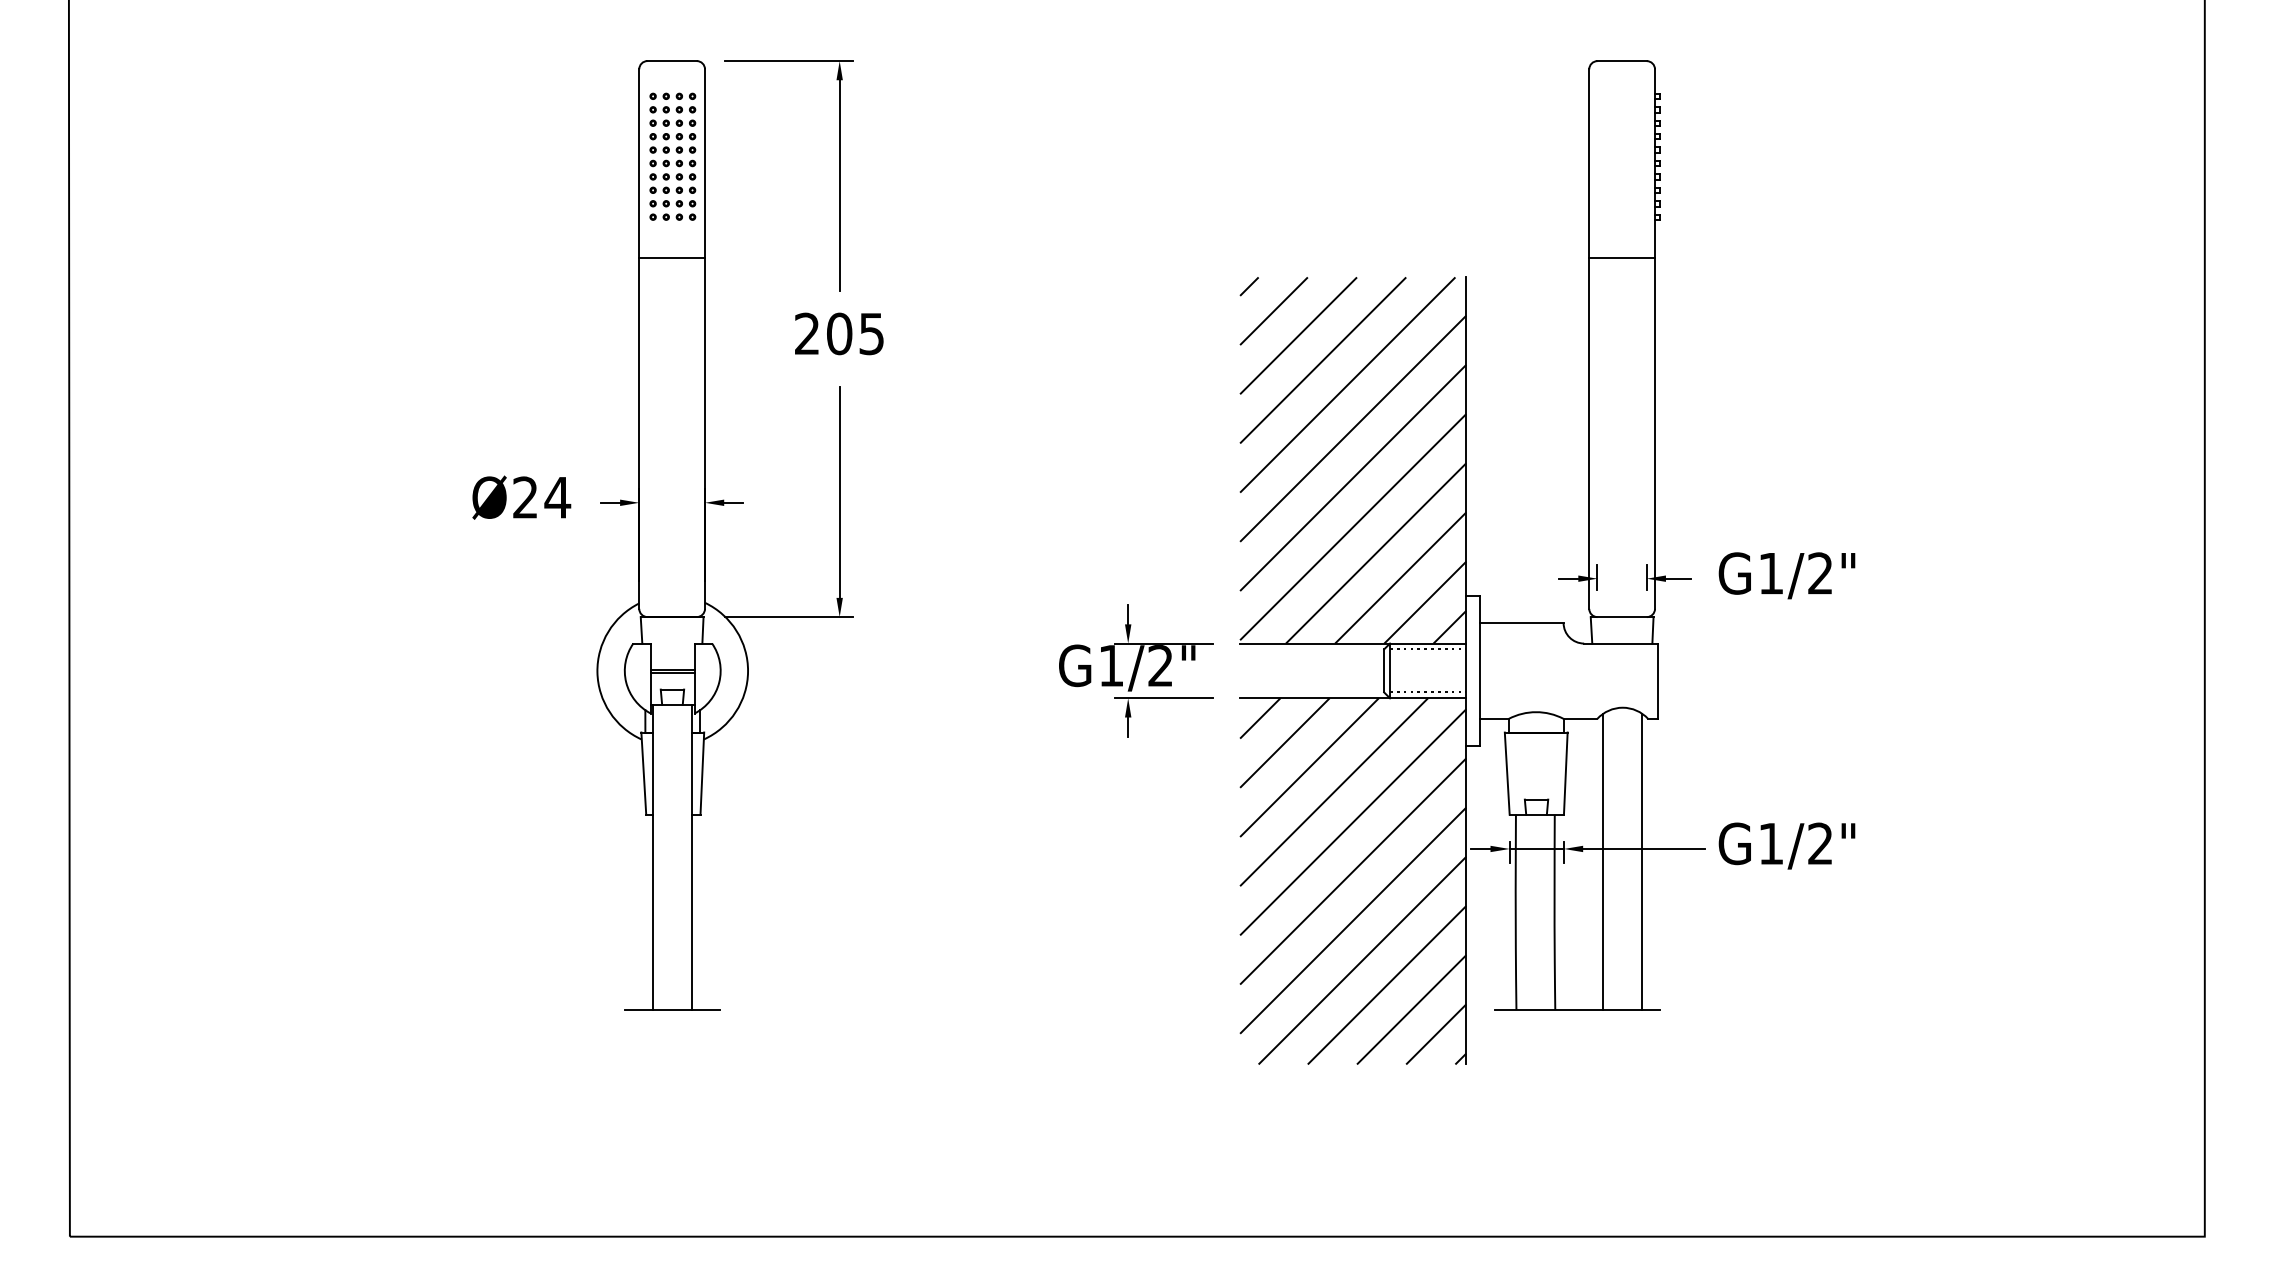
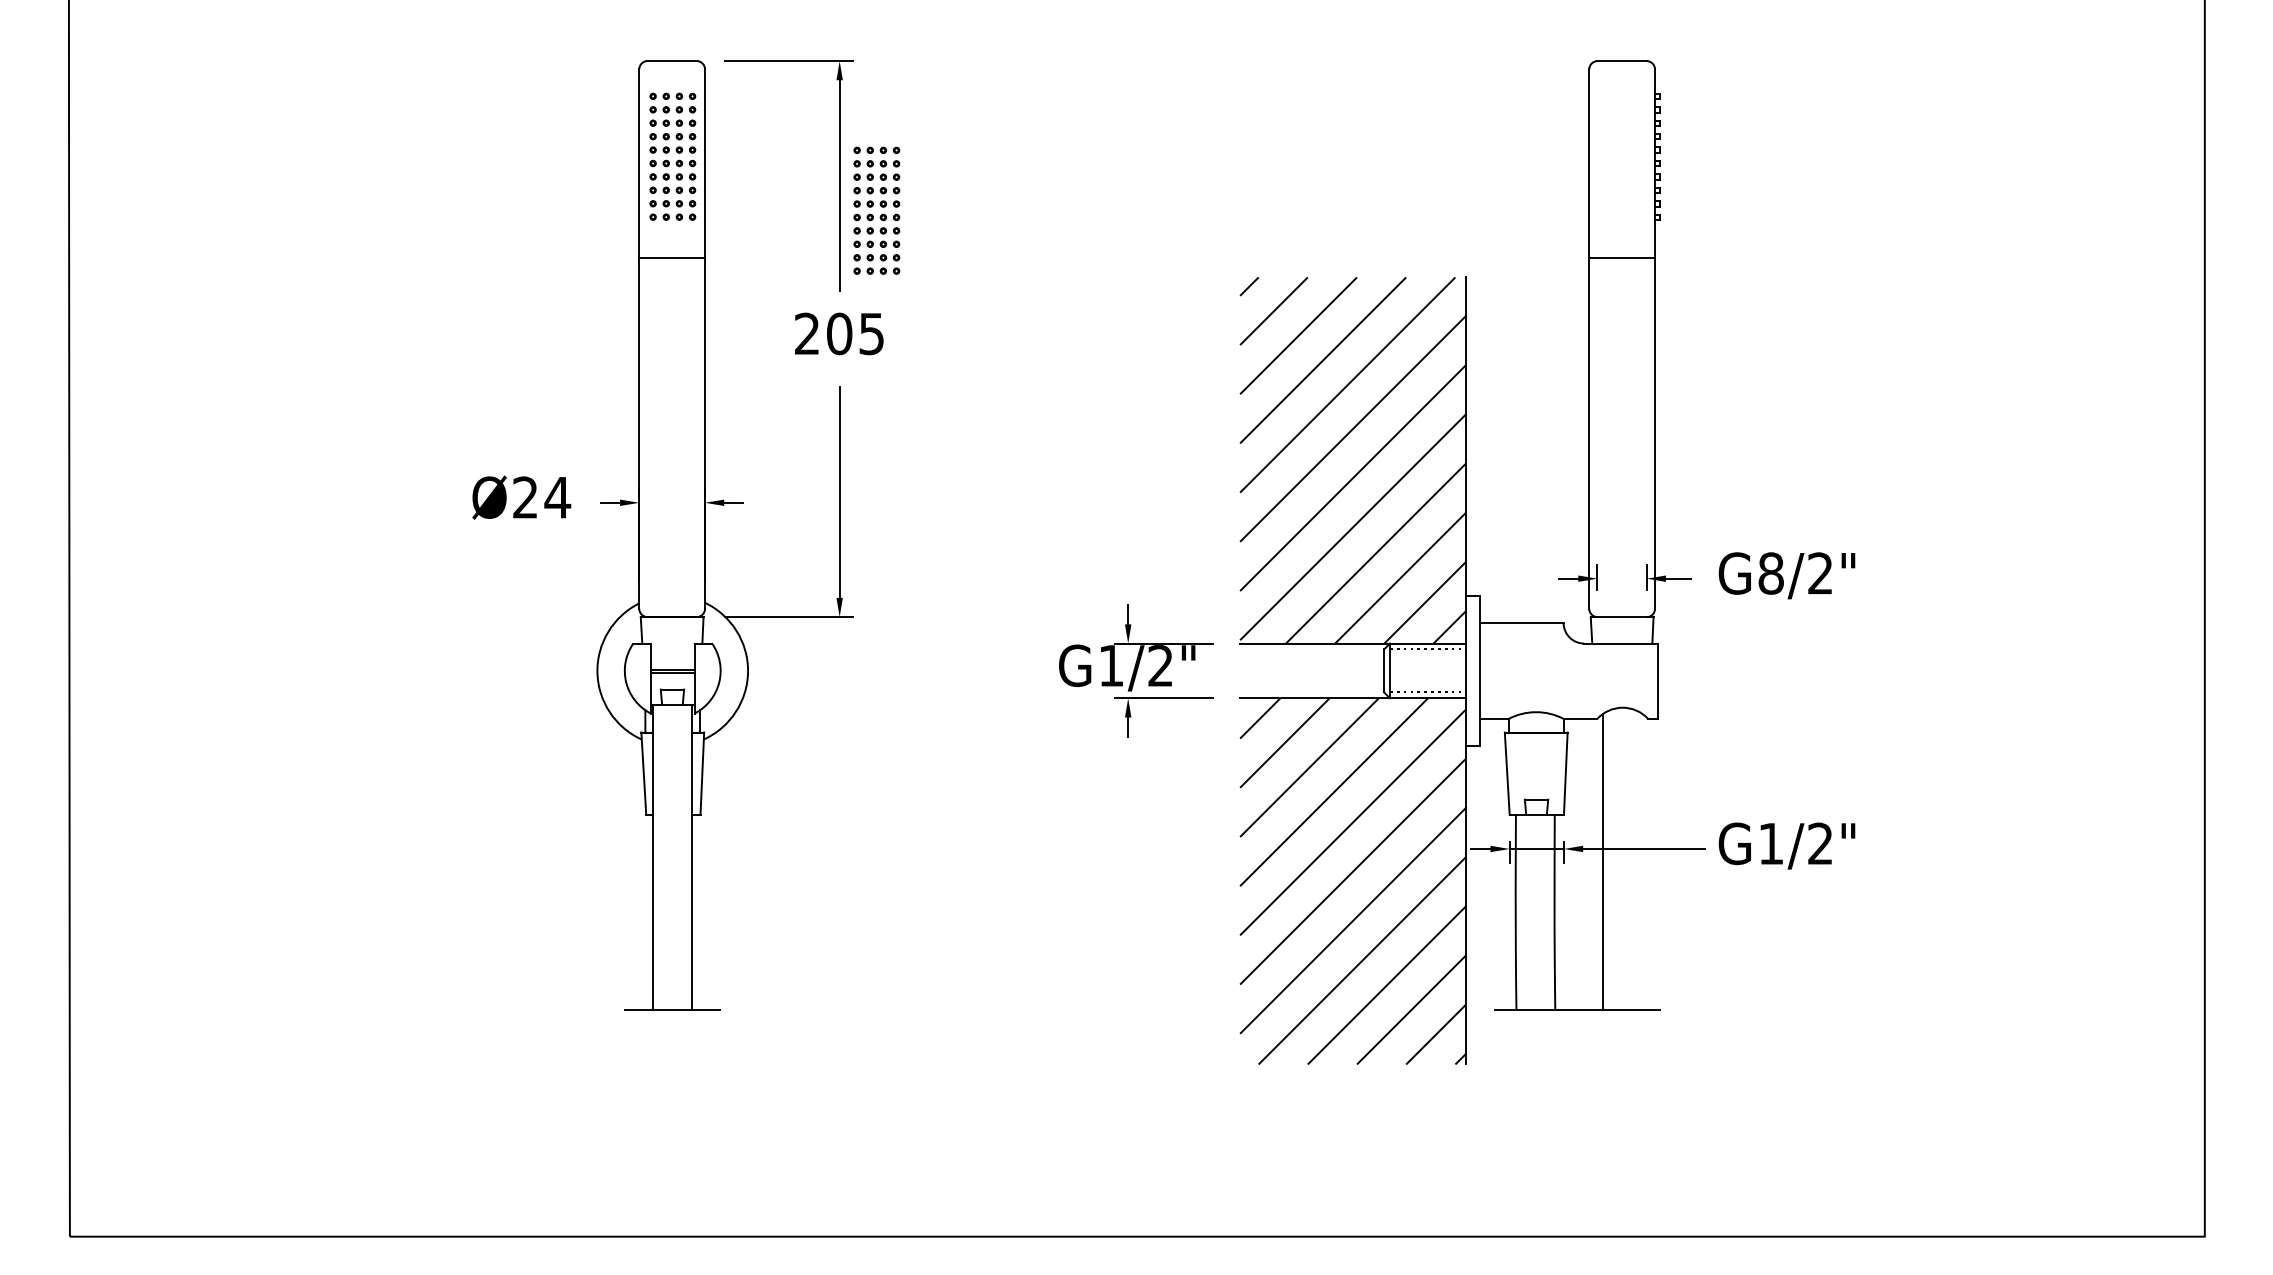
part at (876, 210): none -> present
text at (1770, 573): G1/2" -> G8/2"
line at (1642, 861): present -> none
